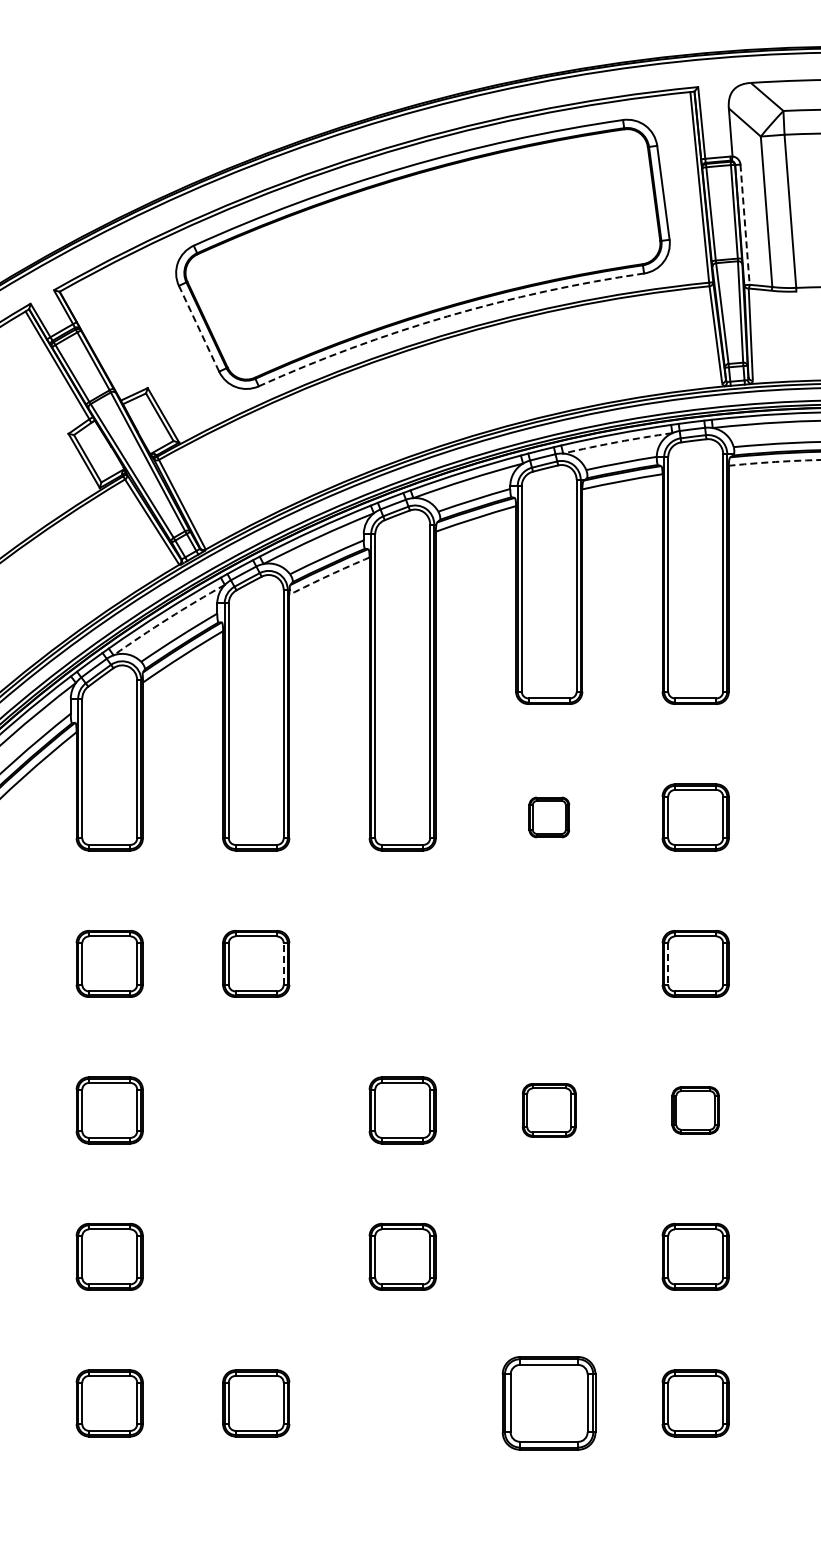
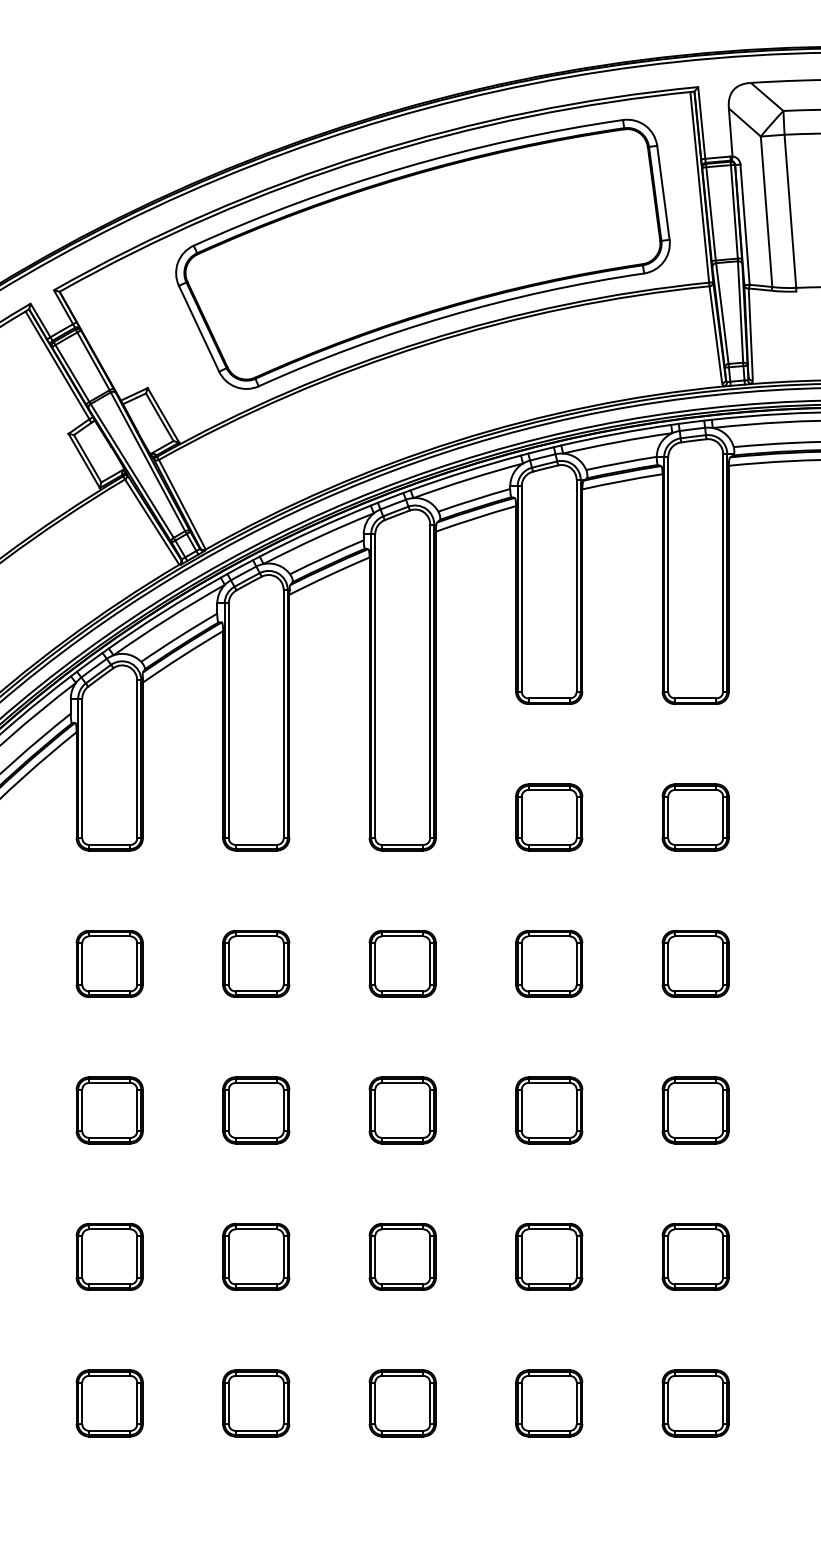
line at (745, 225): dashed -> solid
arc at (447, 316): dashed -> solid
line at (198, 328): dashed -> solid
arc at (617, 442): dashed -> solid
arc at (774, 462): dashed -> solid
arc at (329, 575): dashed -> solid
arc at (168, 618): dashed -> solid
part at (549, 817) size: 43x43 px -> 69x69 px
line at (283, 963): dashed -> solid
part at (402, 963): none -> present
part at (549, 963): none -> present
line at (668, 963): dashed -> solid
part at (256, 1110): none -> present
part at (548, 1110) size: 56x55 px -> 69x69 px
part at (695, 1110) size: 49x49 px -> 69x69 px
part at (256, 1256): none -> present
part at (549, 1256): none -> present
part at (402, 1403): none -> present
part at (548, 1403) size: 96x95 px -> 69x69 px
